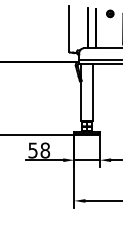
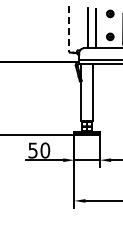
line at (69, 29): solid -> dashed
part at (110, 36): none -> present
text at (45, 150): 58 -> 50
